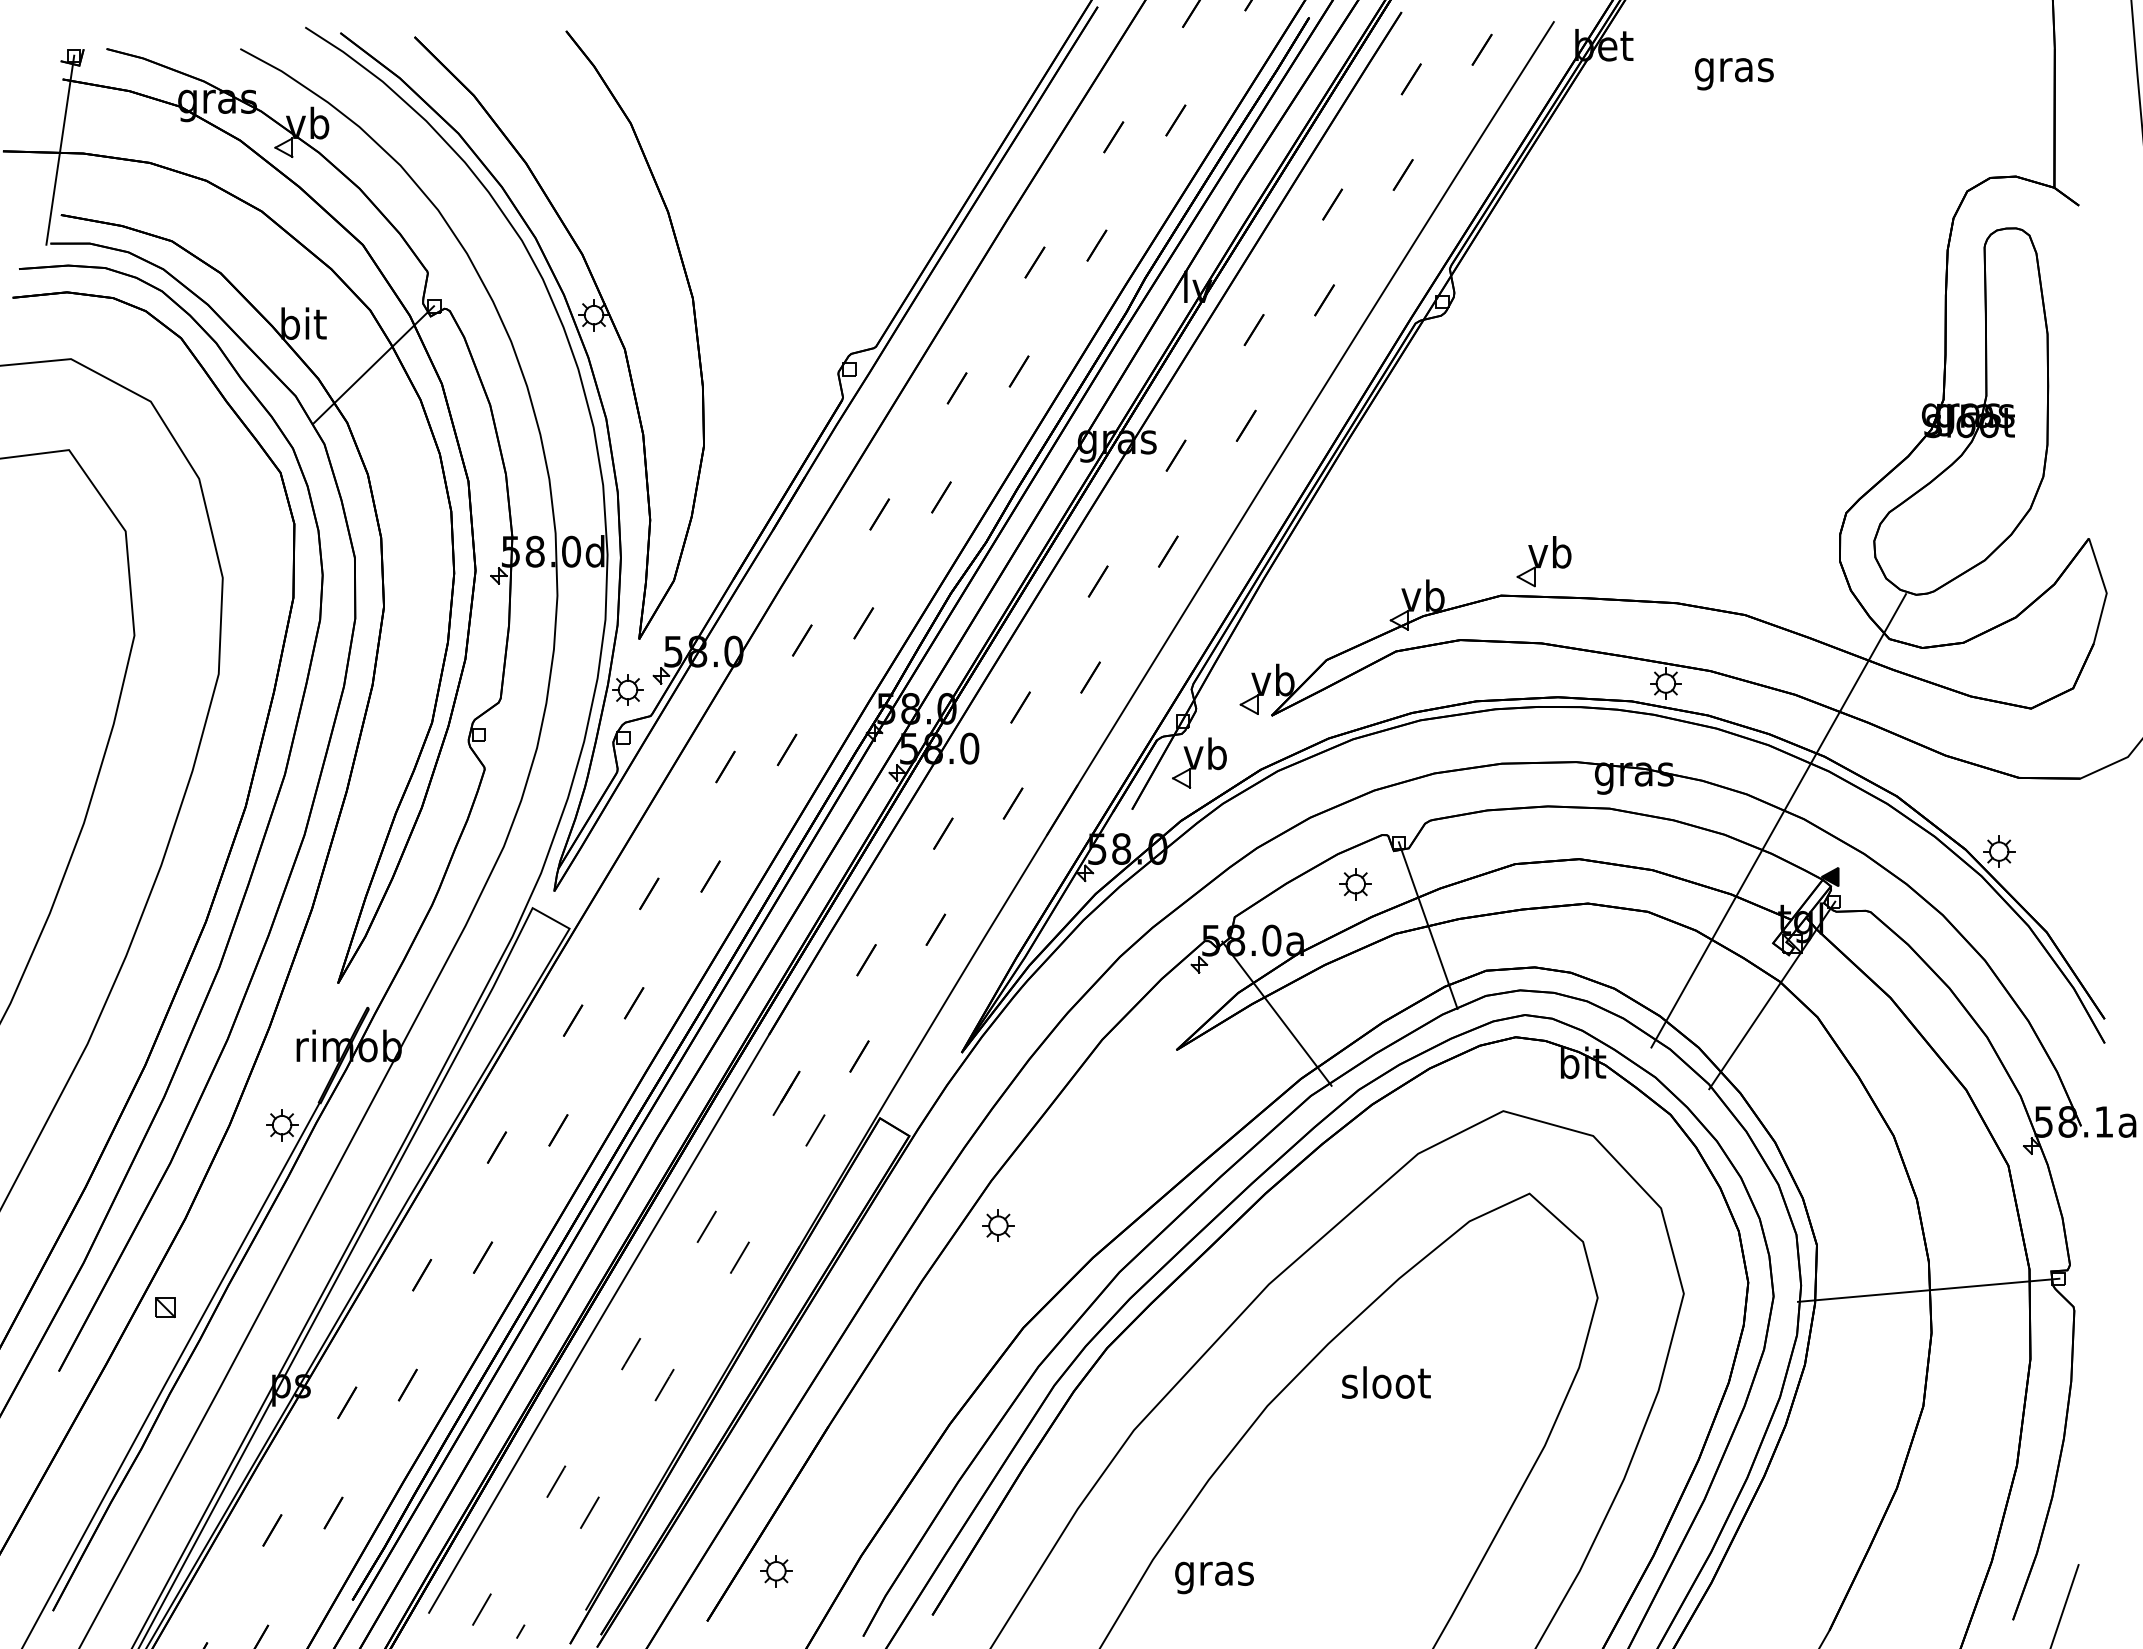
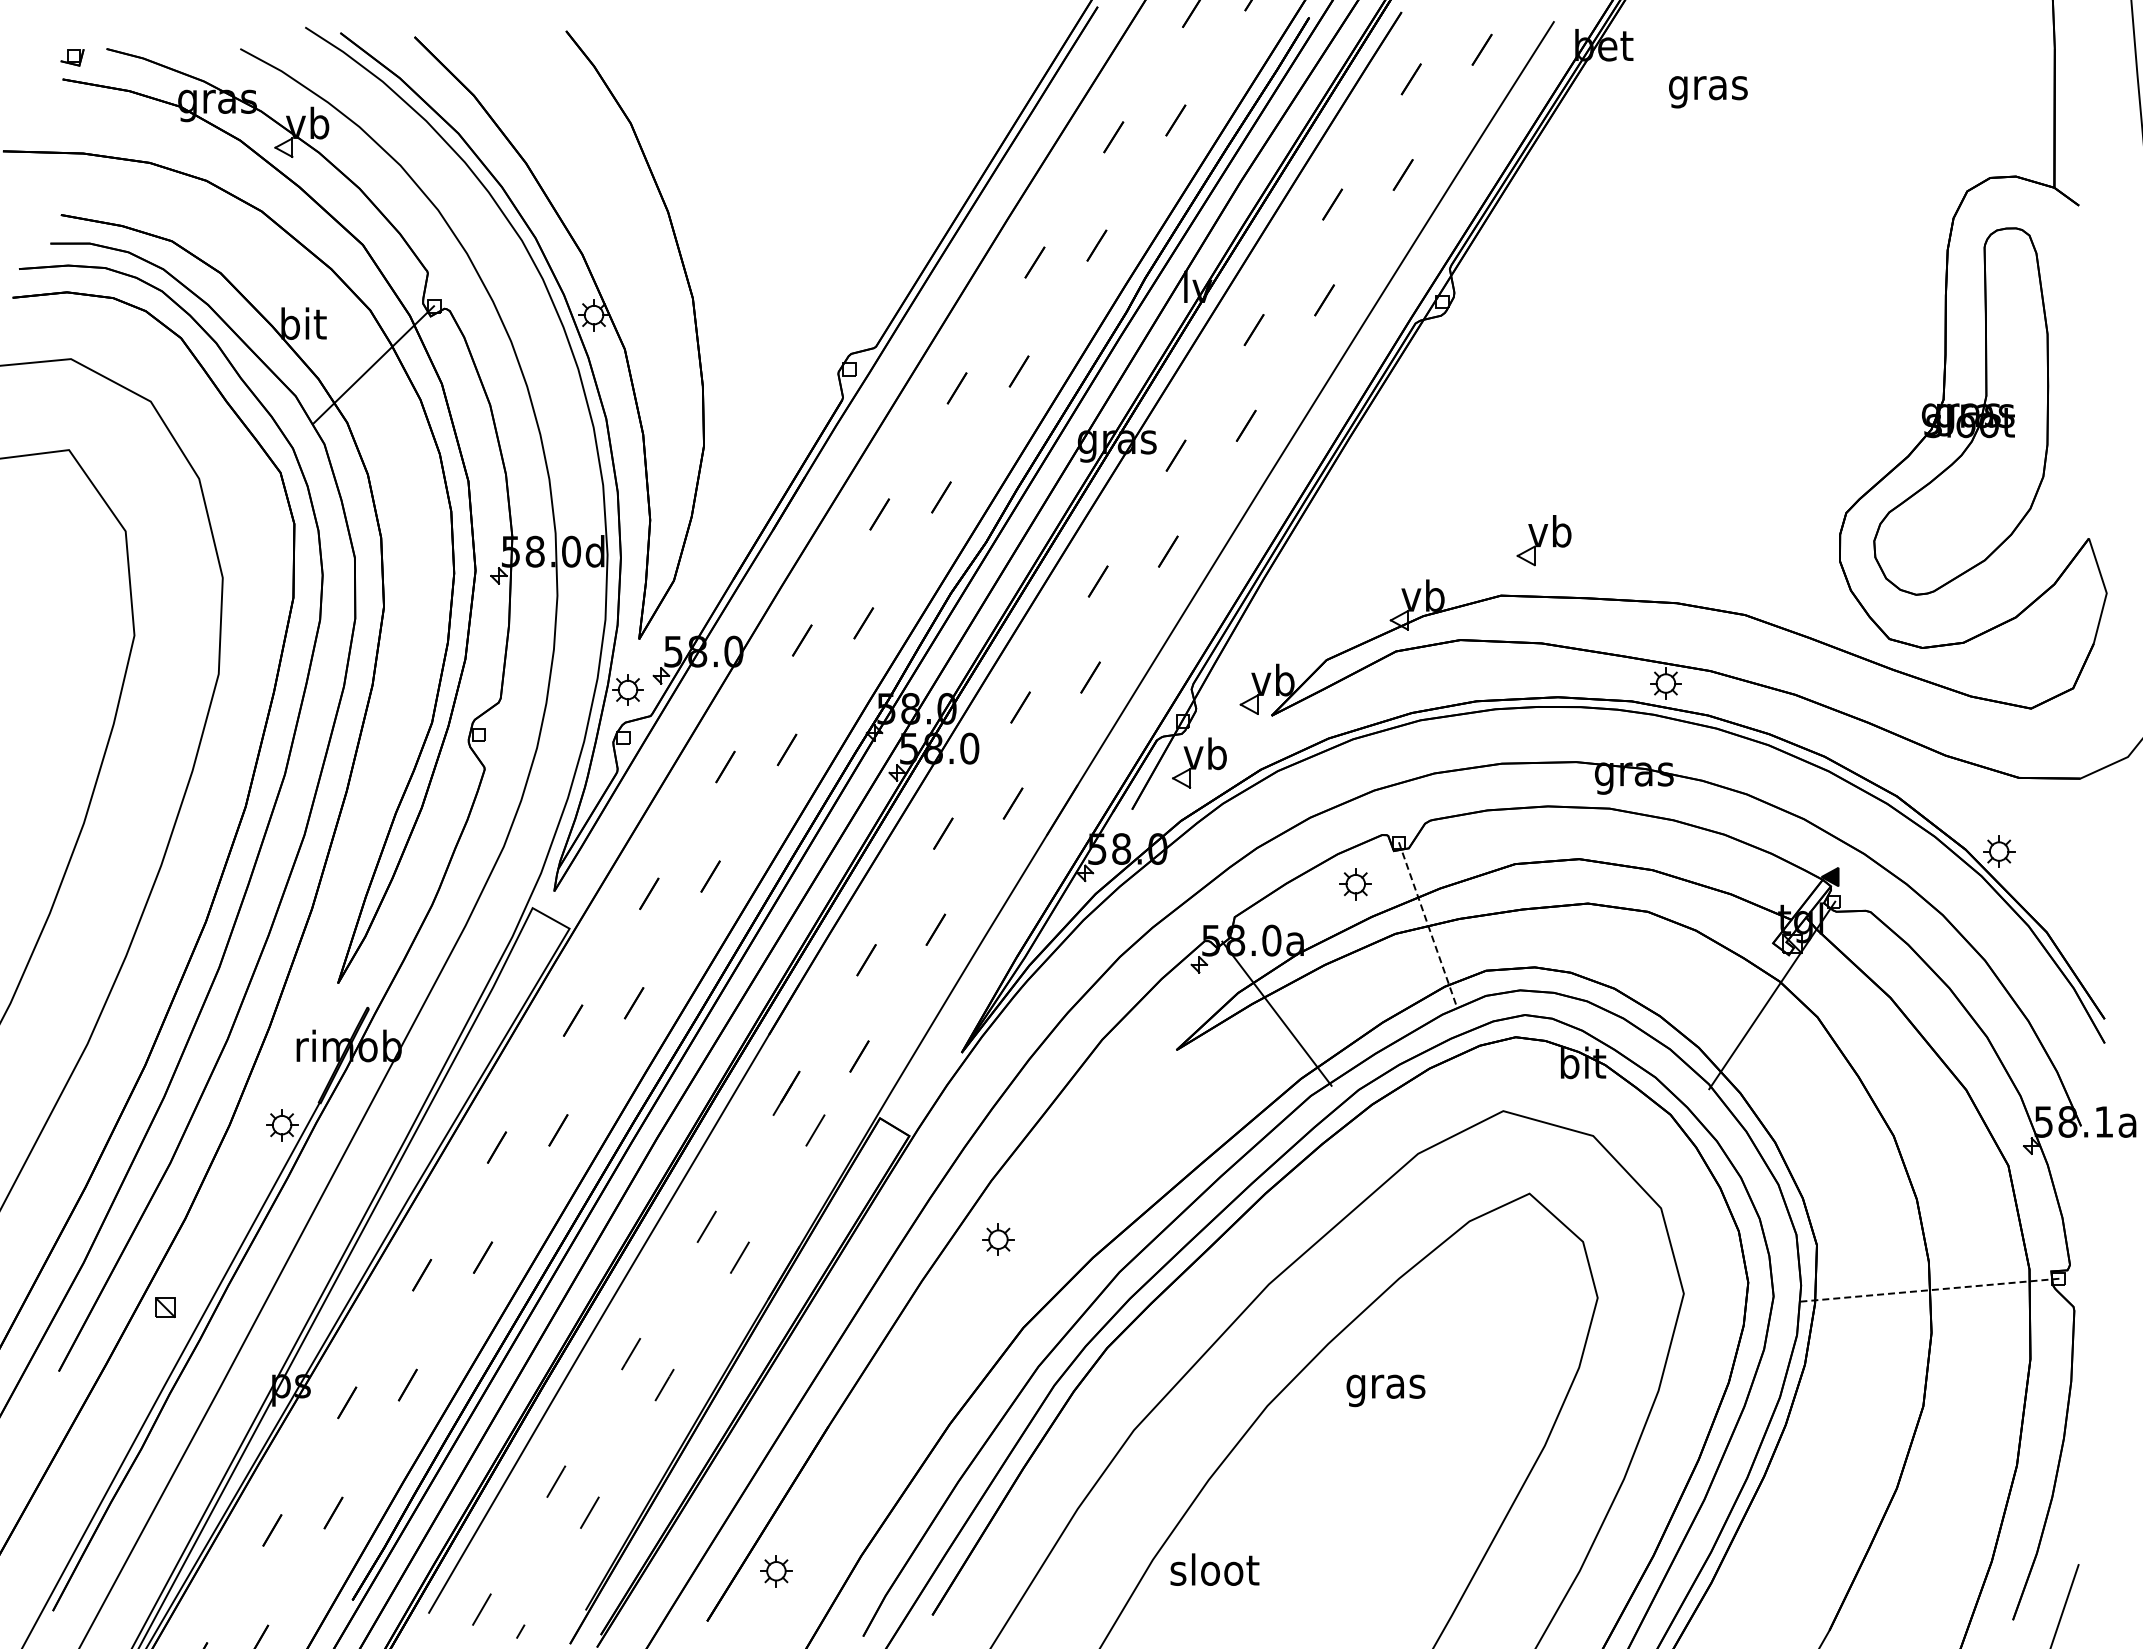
text at (1734, 74) position: (1734, 74) -> (1708, 92)
line at (60, 149): present -> none
part at (1543, 561) position: (1543, 561) -> (1543, 540)
line at (1778, 820): present -> none
line at (1428, 926): solid -> dashed
part at (998, 1225) position: (998, 1225) -> (998, 1239)
line at (1928, 1290): solid -> dashed
text at (1386, 1386): sloot -> gras
text at (1214, 1573): gras -> sloot
